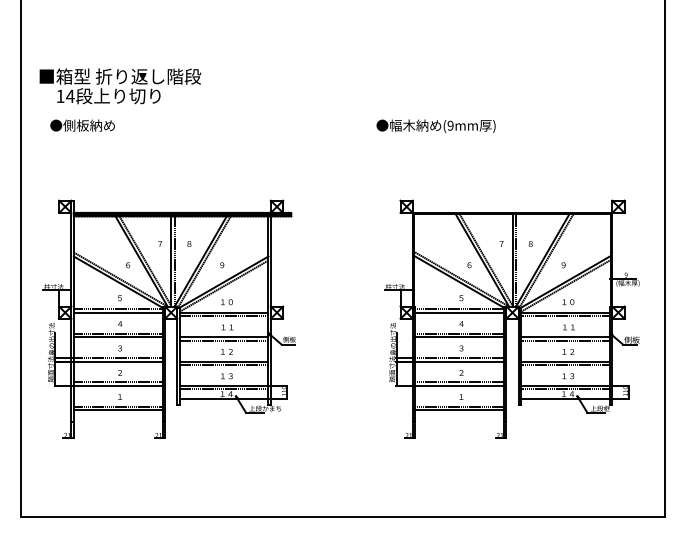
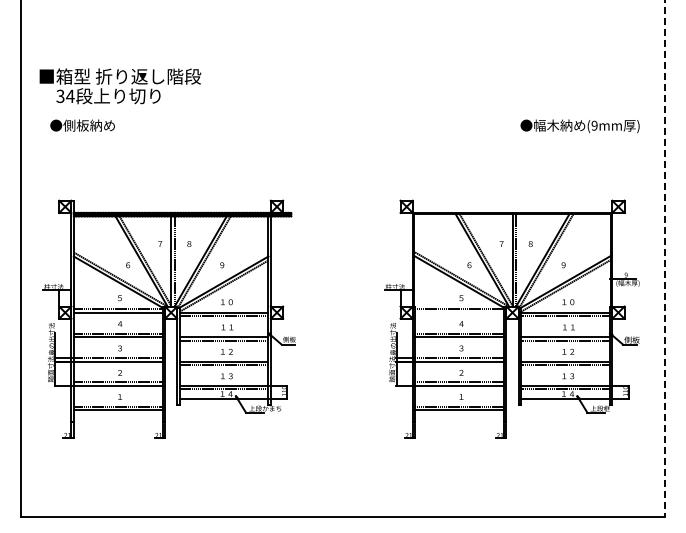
text at (60, 96): 14 -> 34
text at (435, 125) position: (435, 125) -> (579, 125)
line at (665, 259): solid -> dashed
line at (459, 312): present -> none
